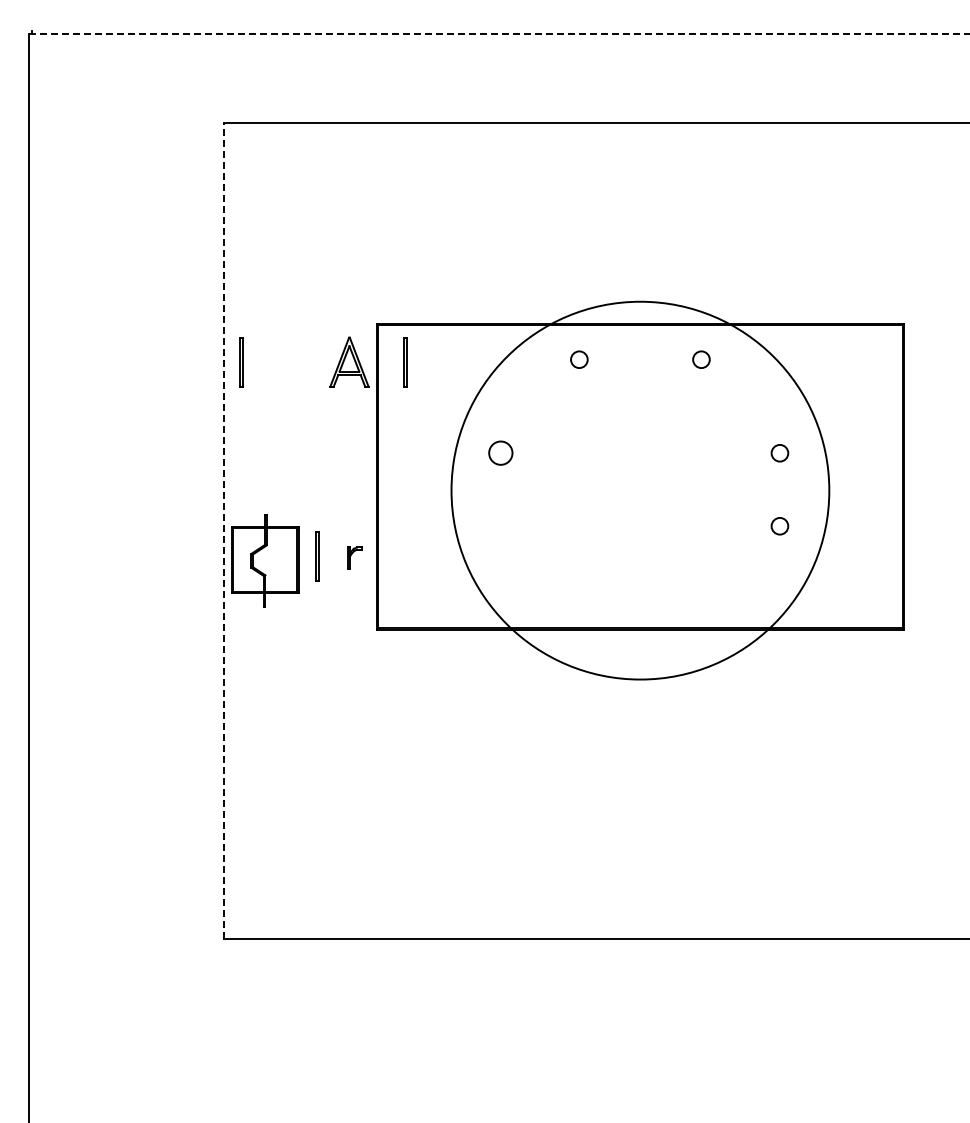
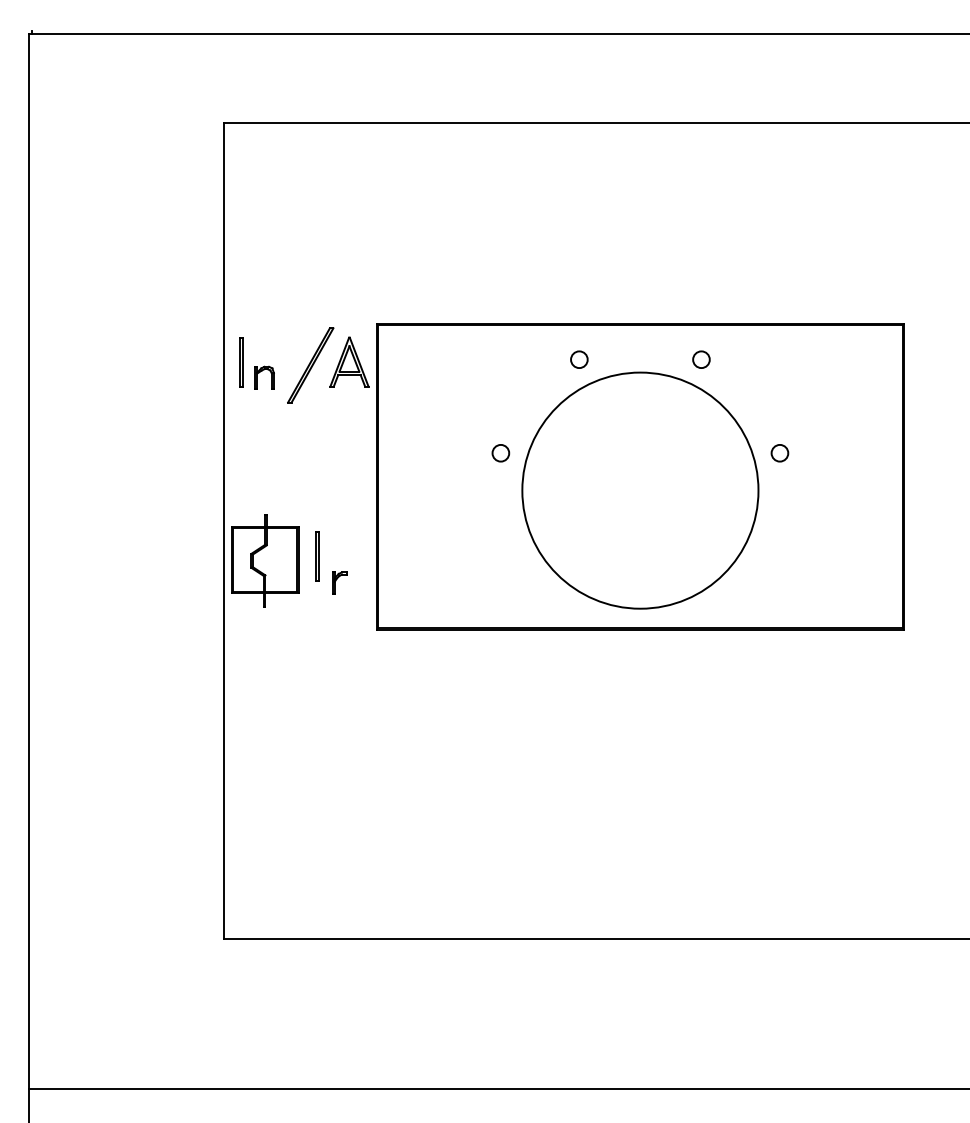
line at (499, 33): dashed -> solid
line at (404, 362): present -> none
part at (310, 365): none -> present
part at (262, 371): none -> present
circle at (500, 452) size: 26x26 px -> 20x19 px
circle at (640, 490) diameter: 378 px -> 236 px
circle at (779, 526): present -> none
line at (223, 530): dashed -> solid
part at (354, 557) position: (354, 557) -> (339, 582)
line at (497, 1089): none -> present
